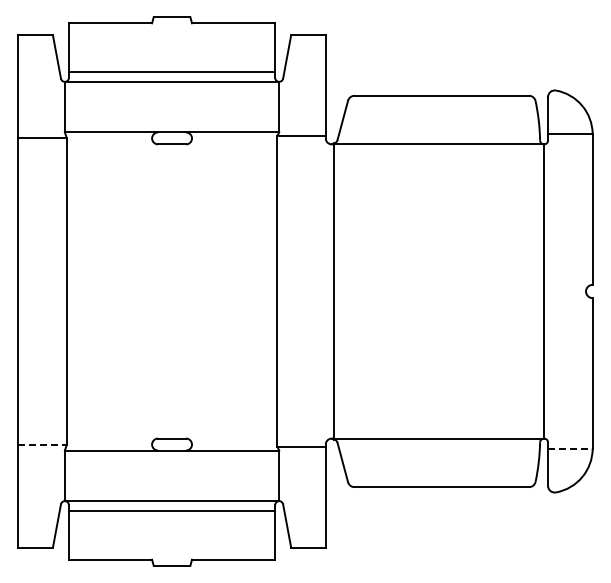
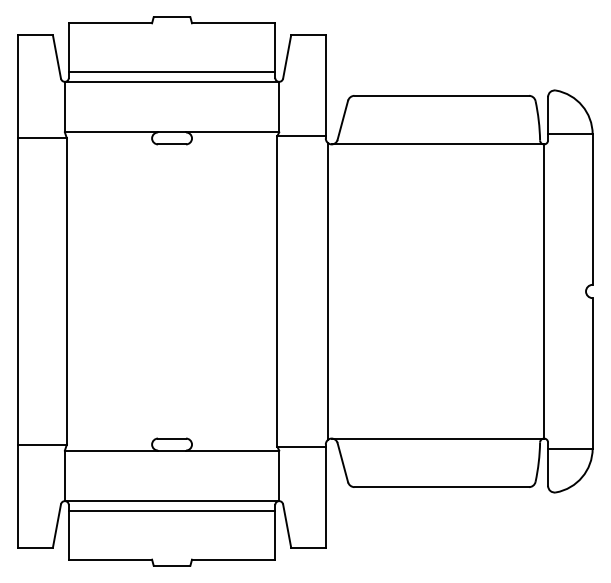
line at (333, 291) position: (333, 291) -> (327, 291)
line at (43, 444): dashed -> solid
line at (570, 448): dashed -> solid
